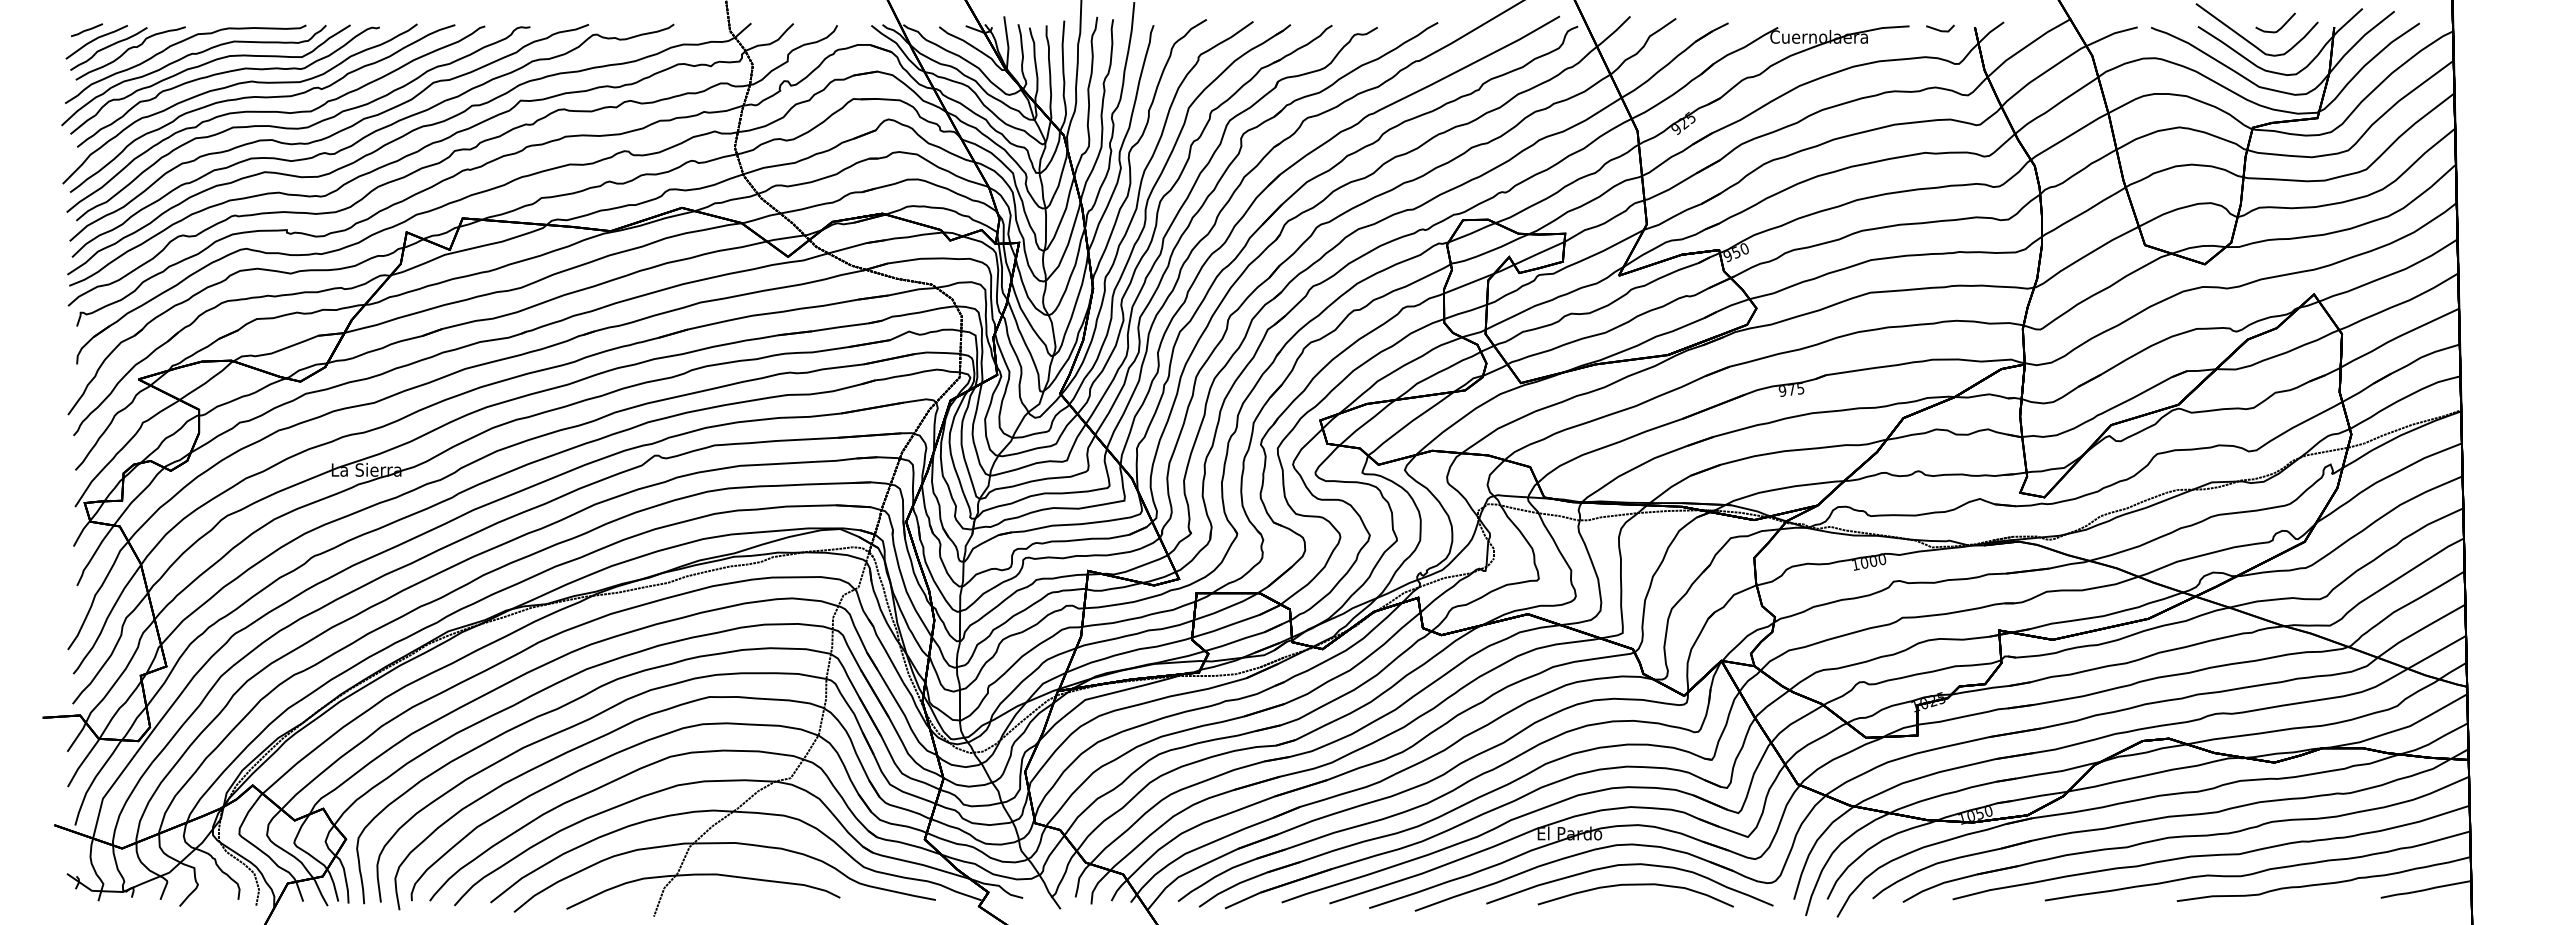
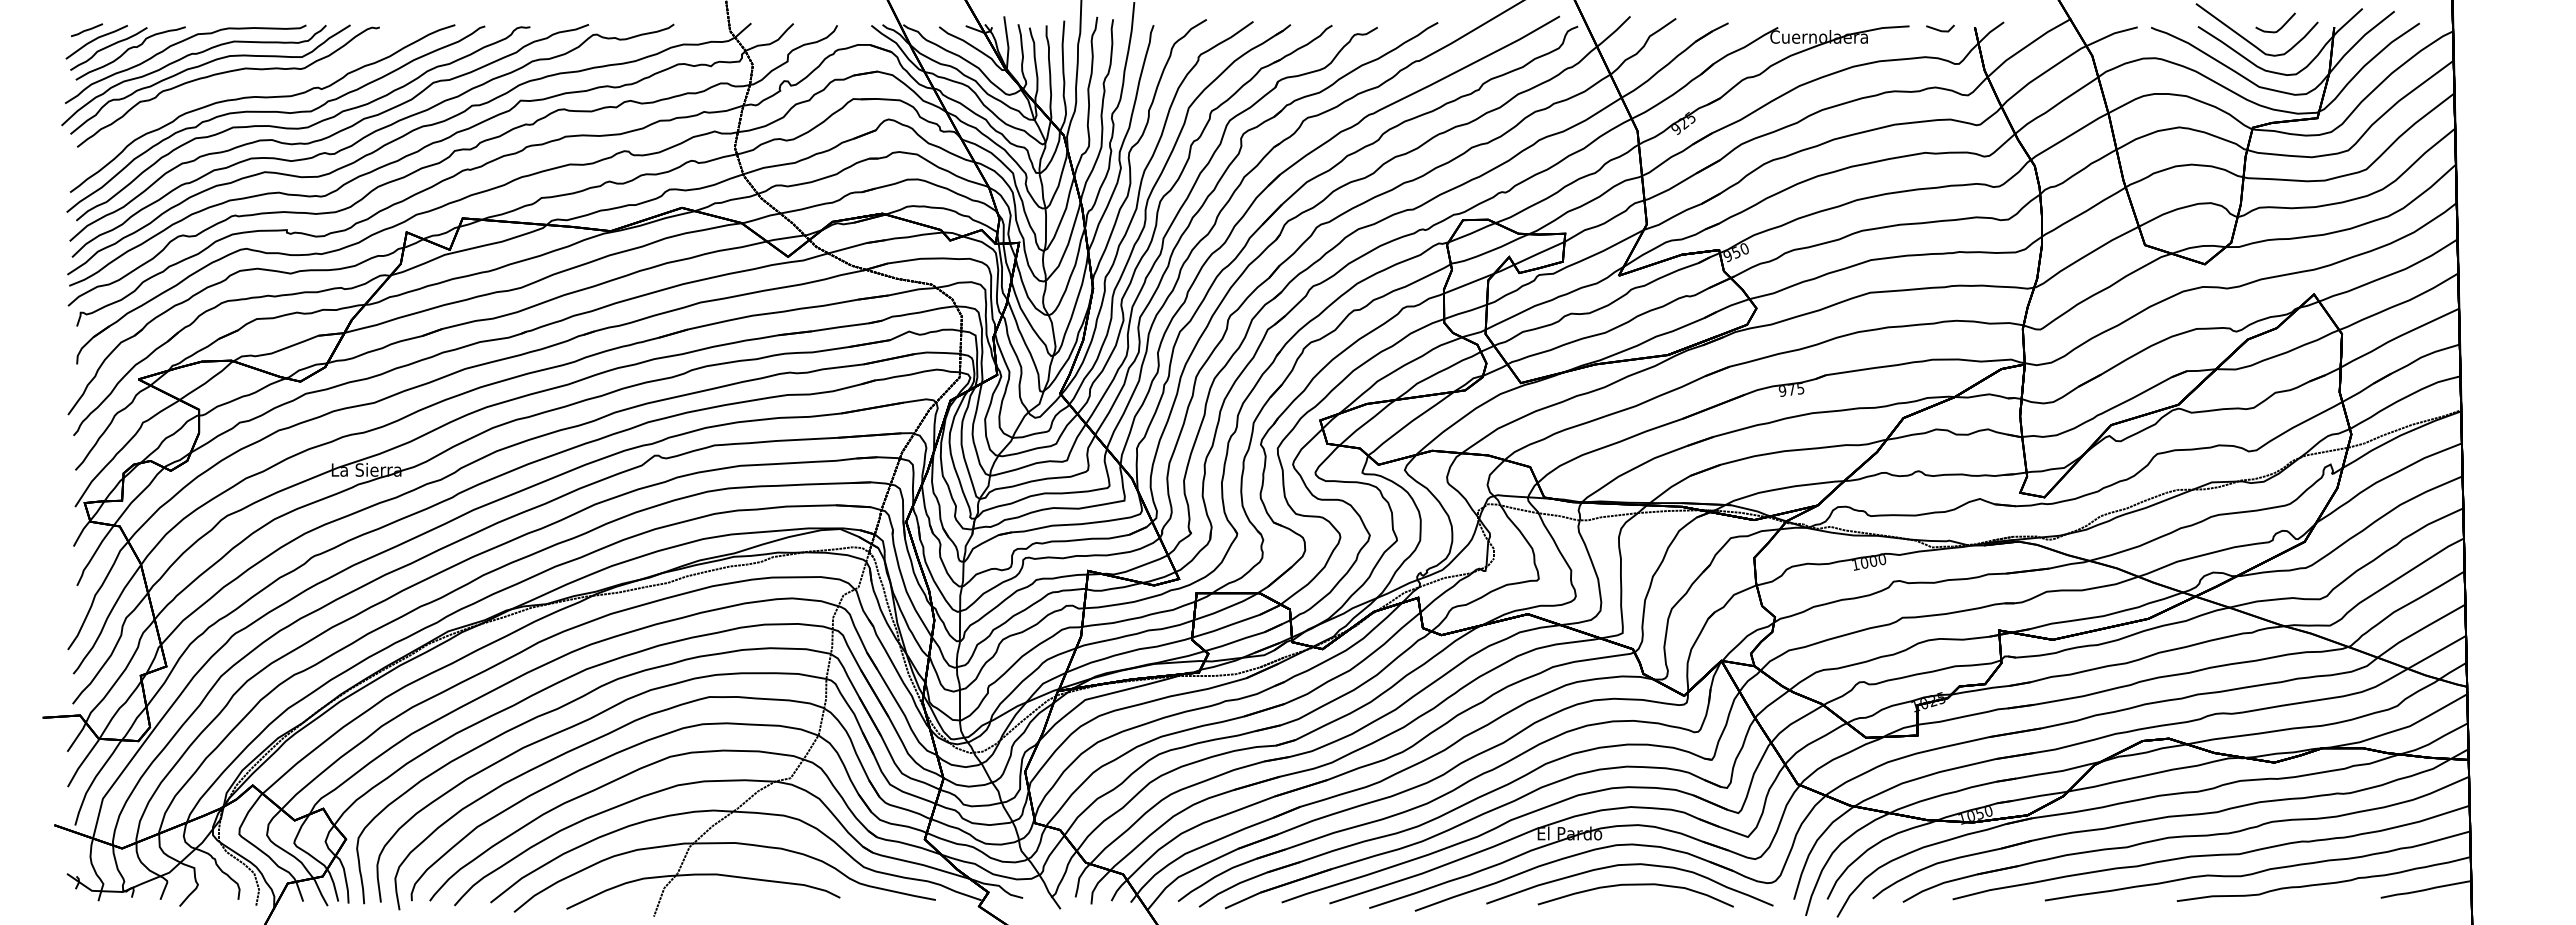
curve at (233, 86): present -> none
